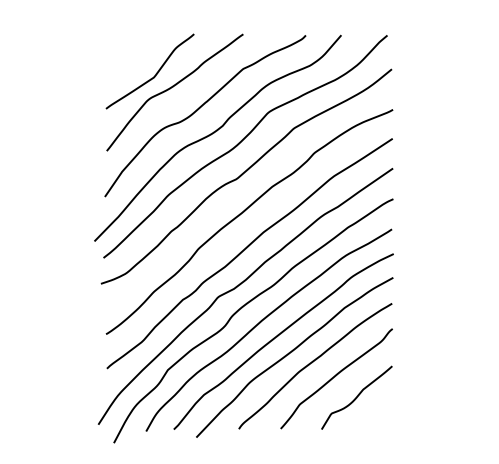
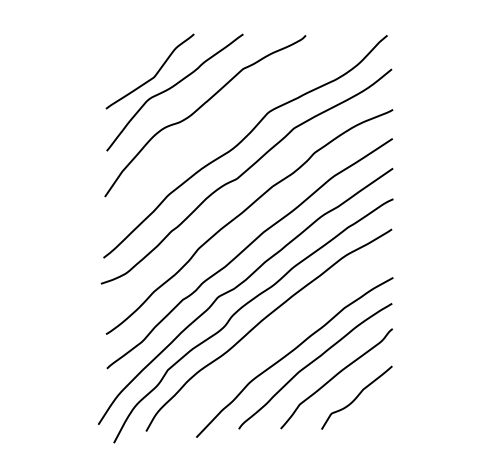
curve at (214, 133): present -> none
curve at (278, 336): present -> none
